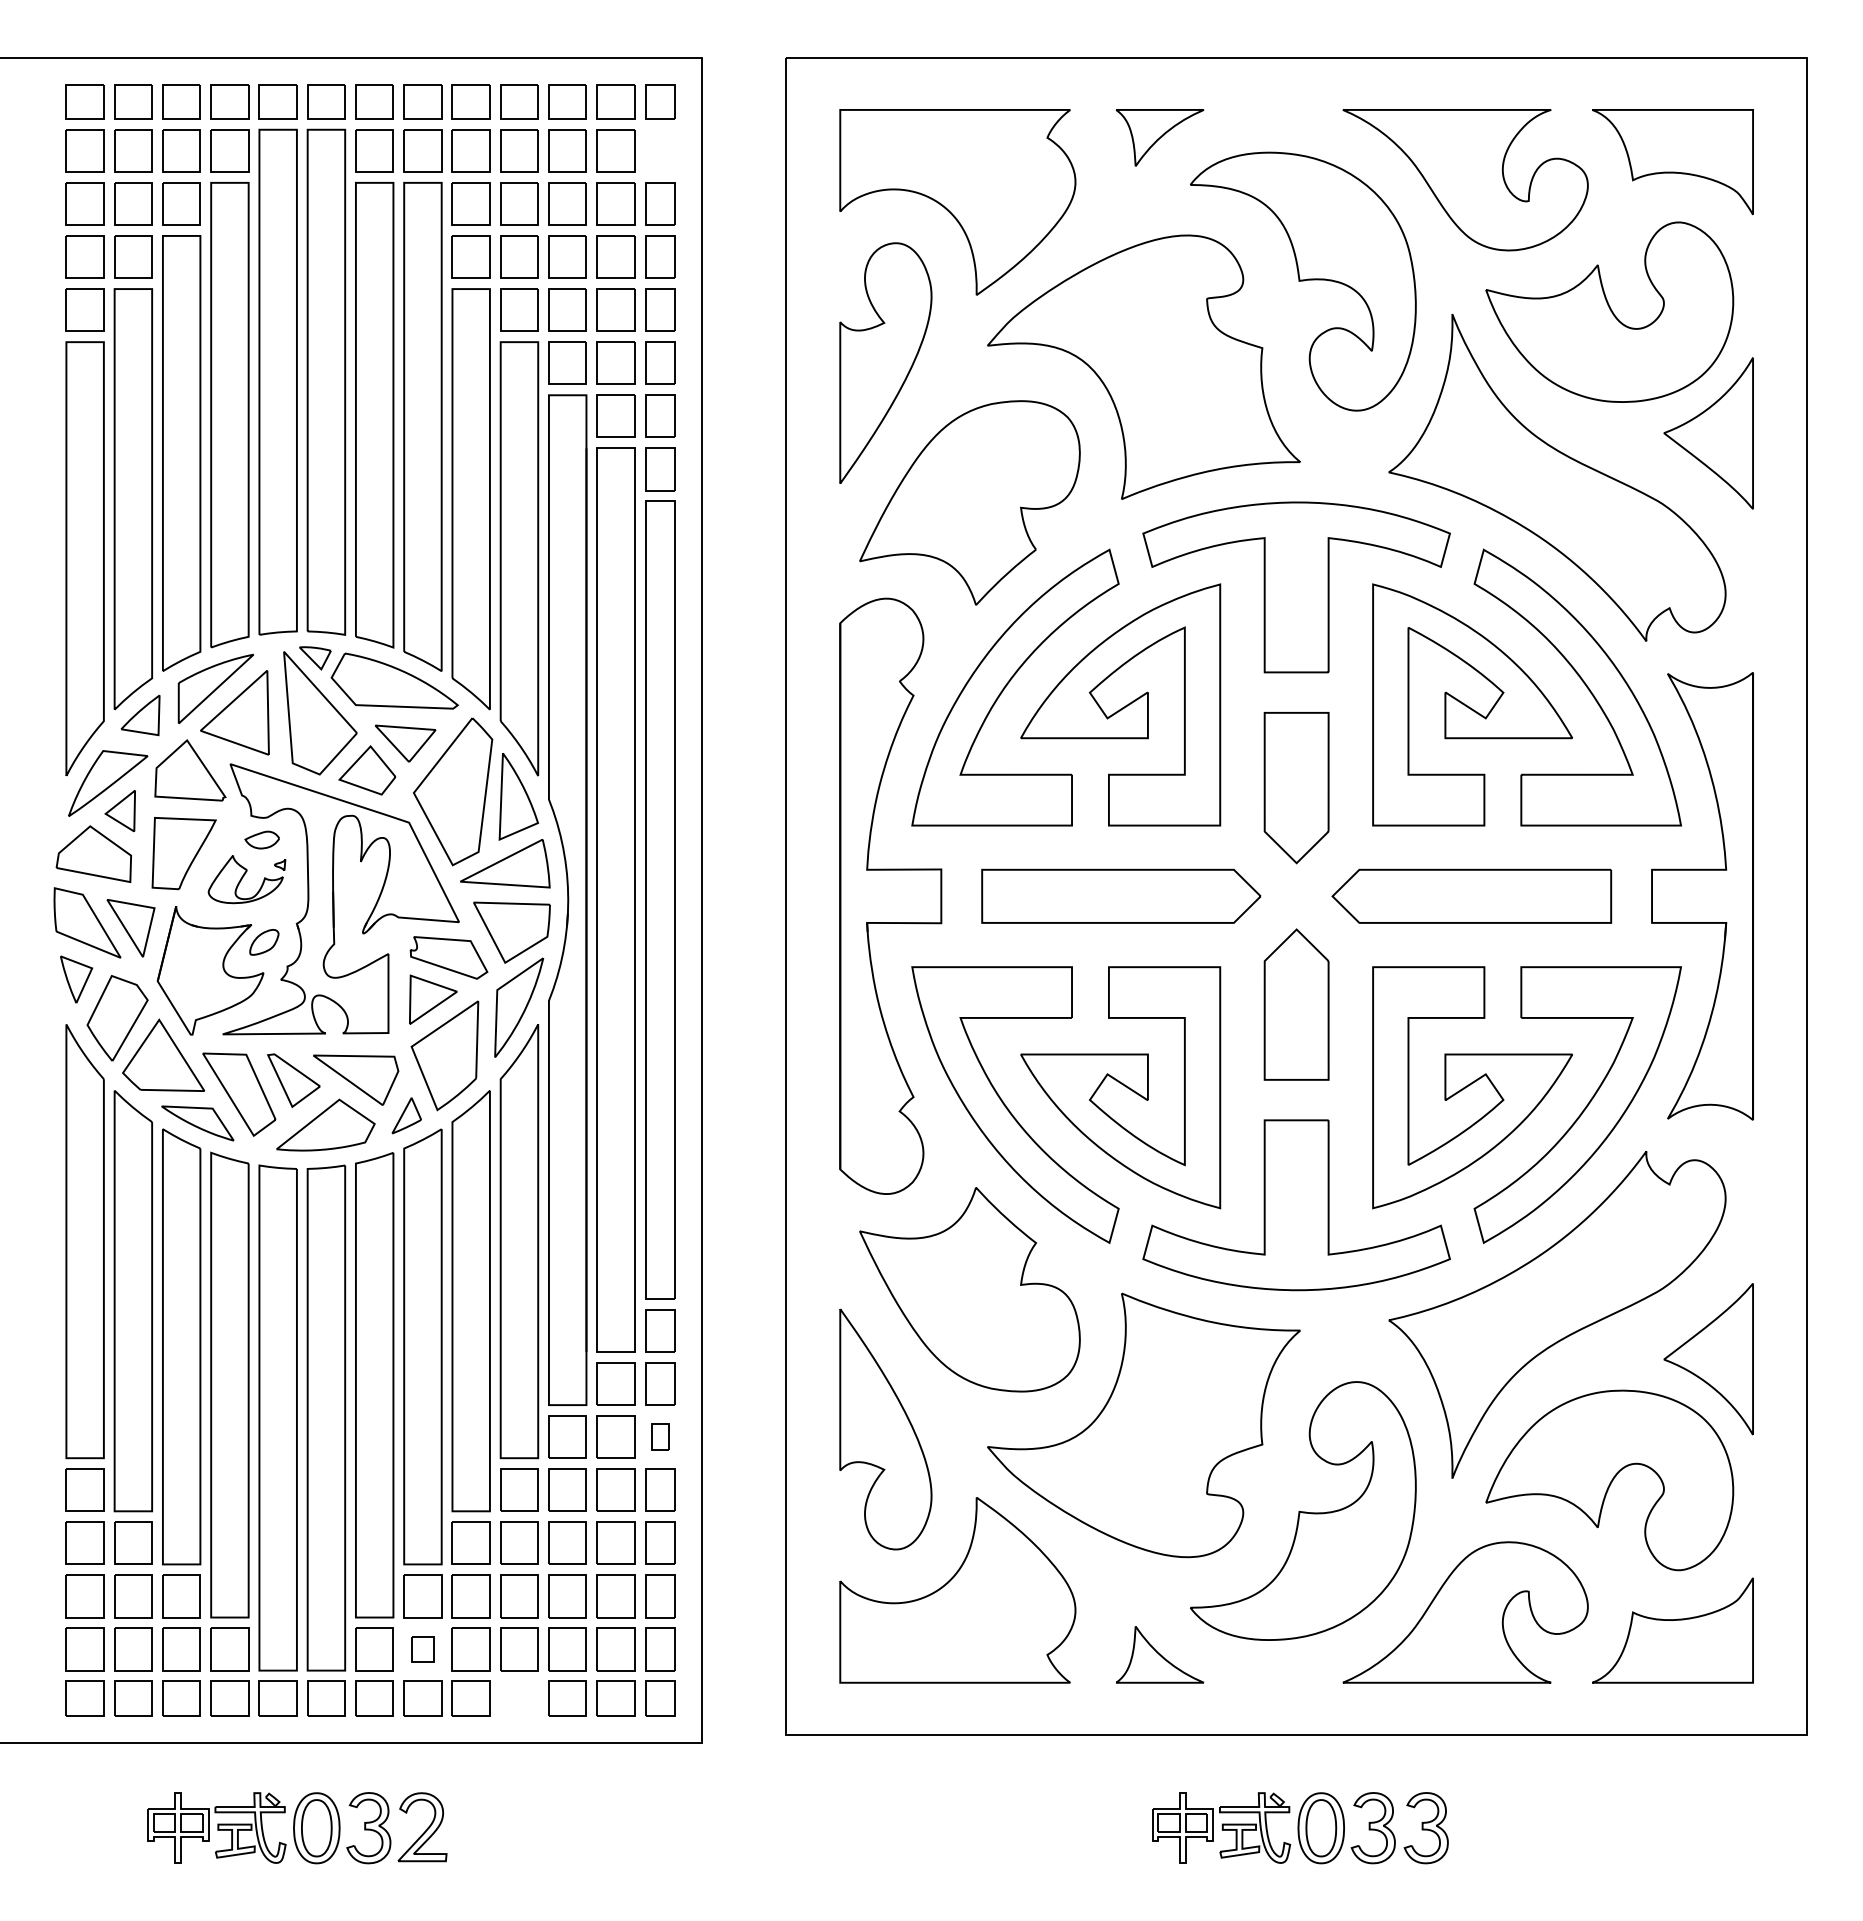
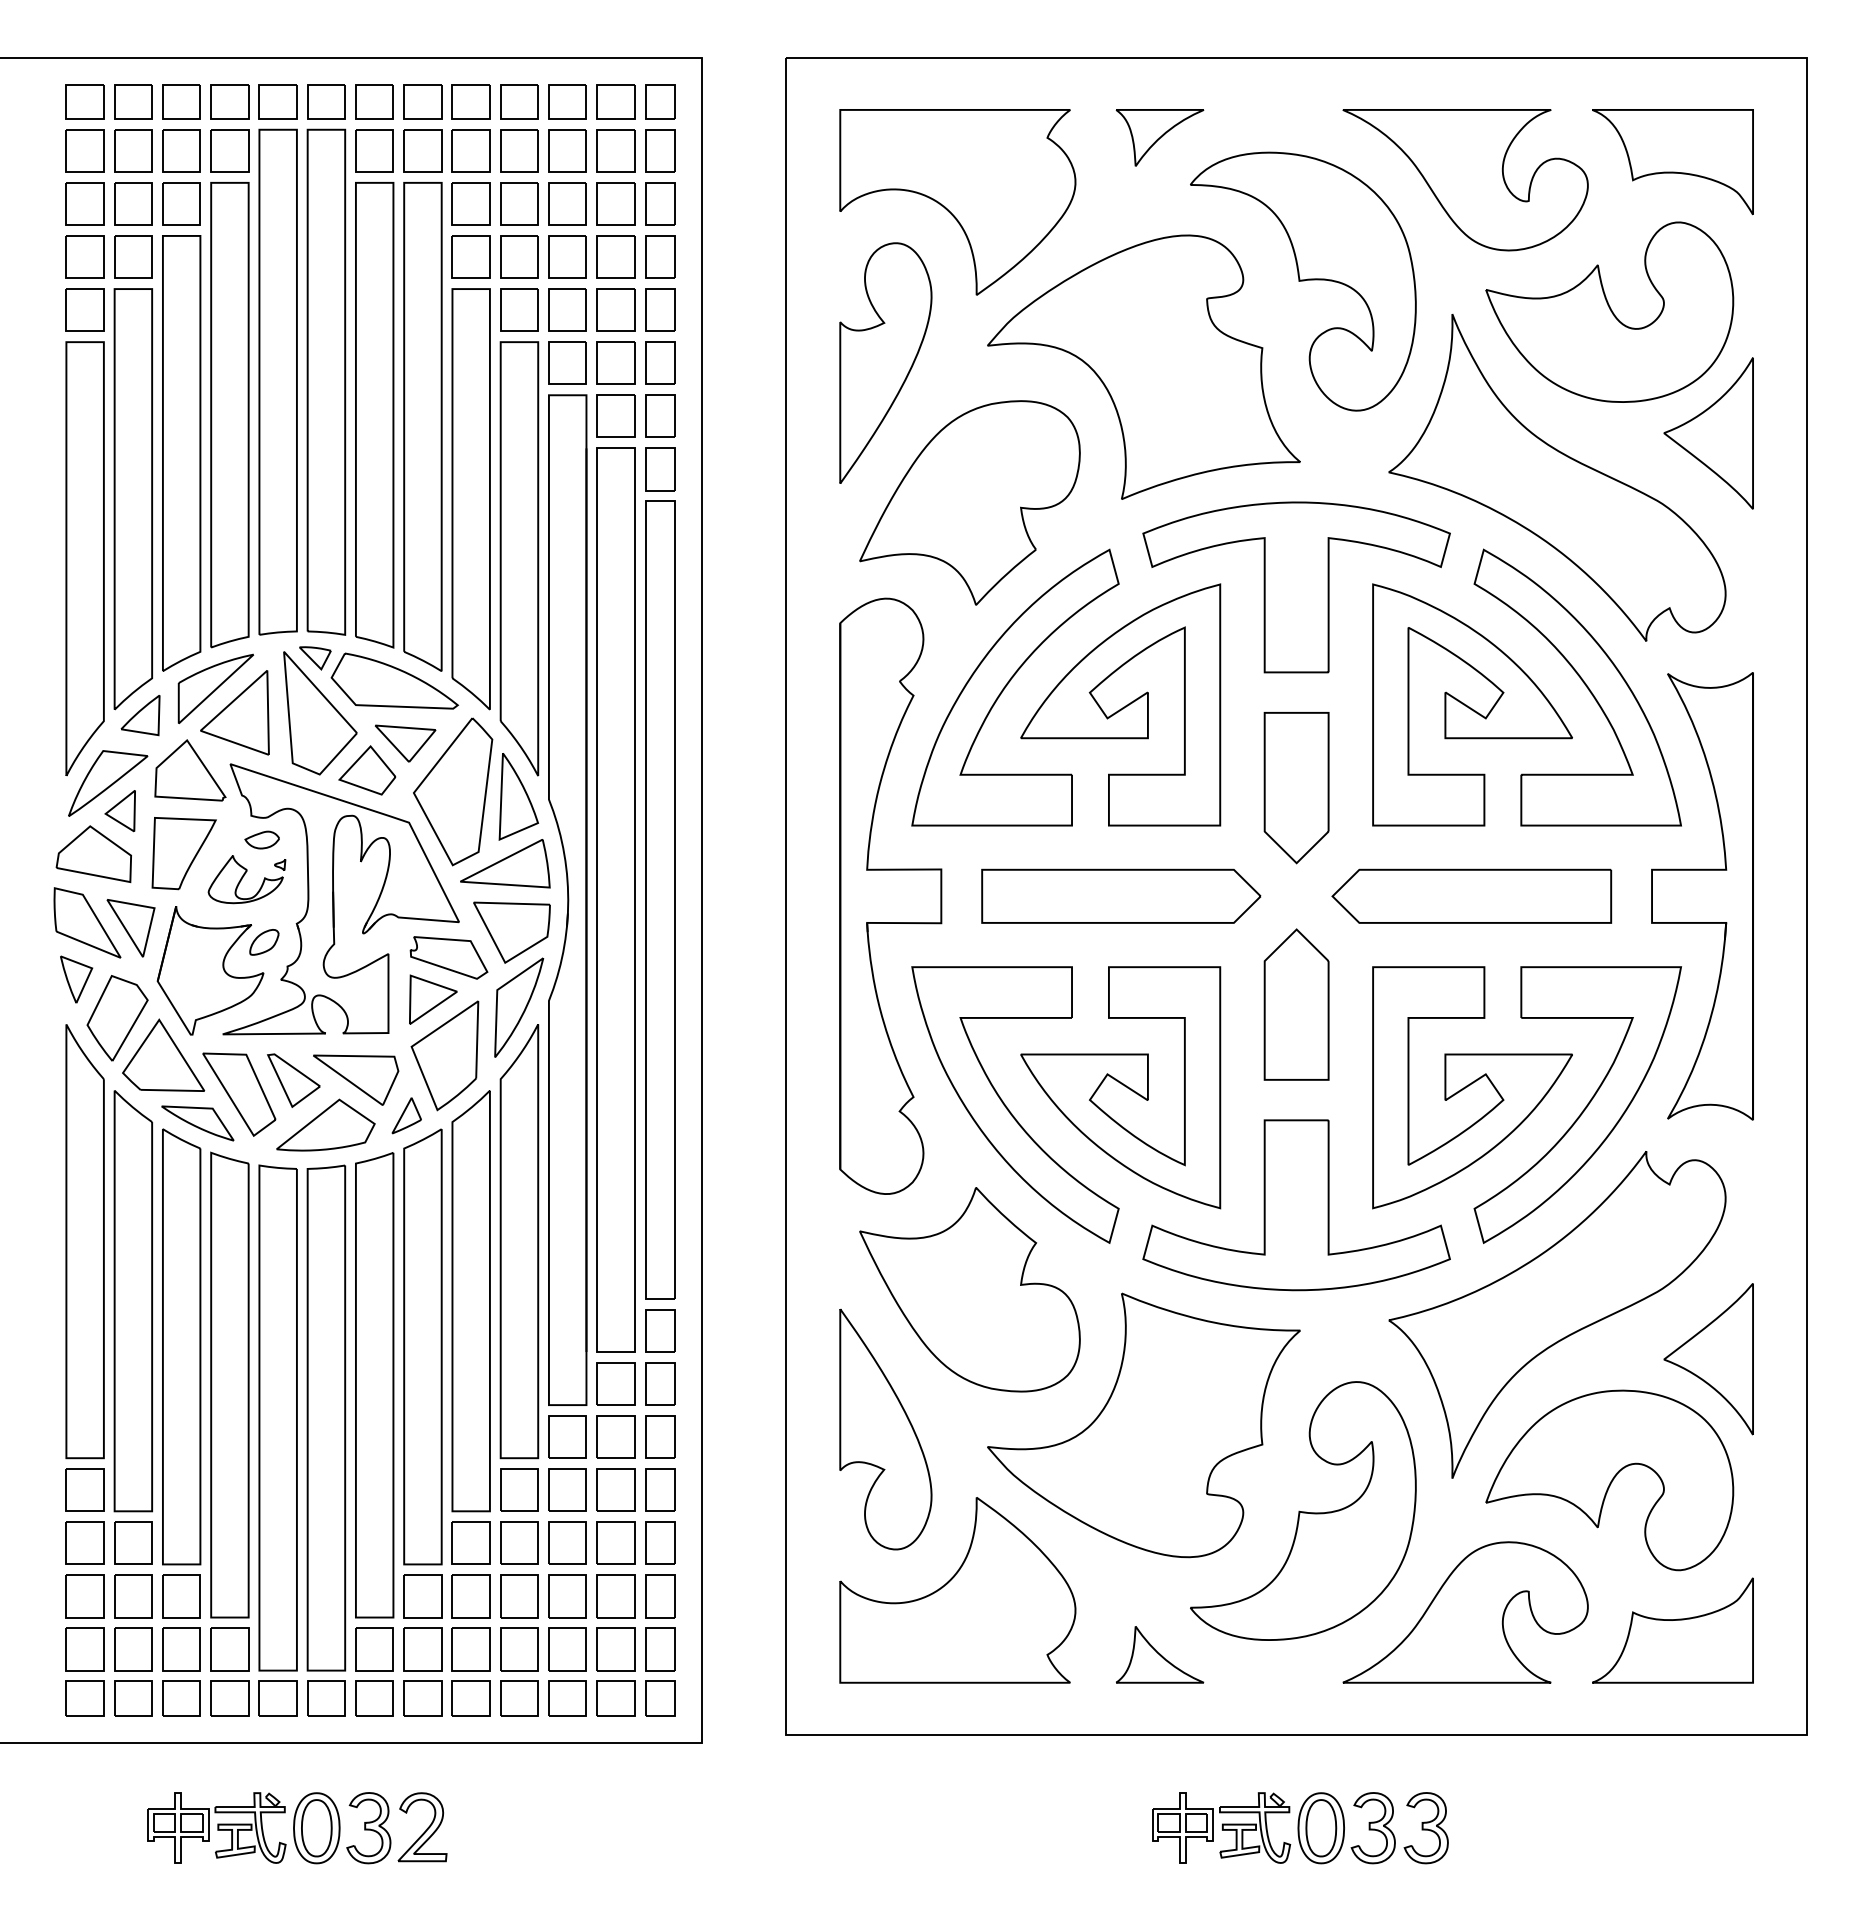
part at (660, 150): none -> present
part at (660, 1436) size: 19x28 px -> 31x44 px
part at (422, 1649) size: 24x27 px -> 40x45 px
part at (519, 1698): none -> present
